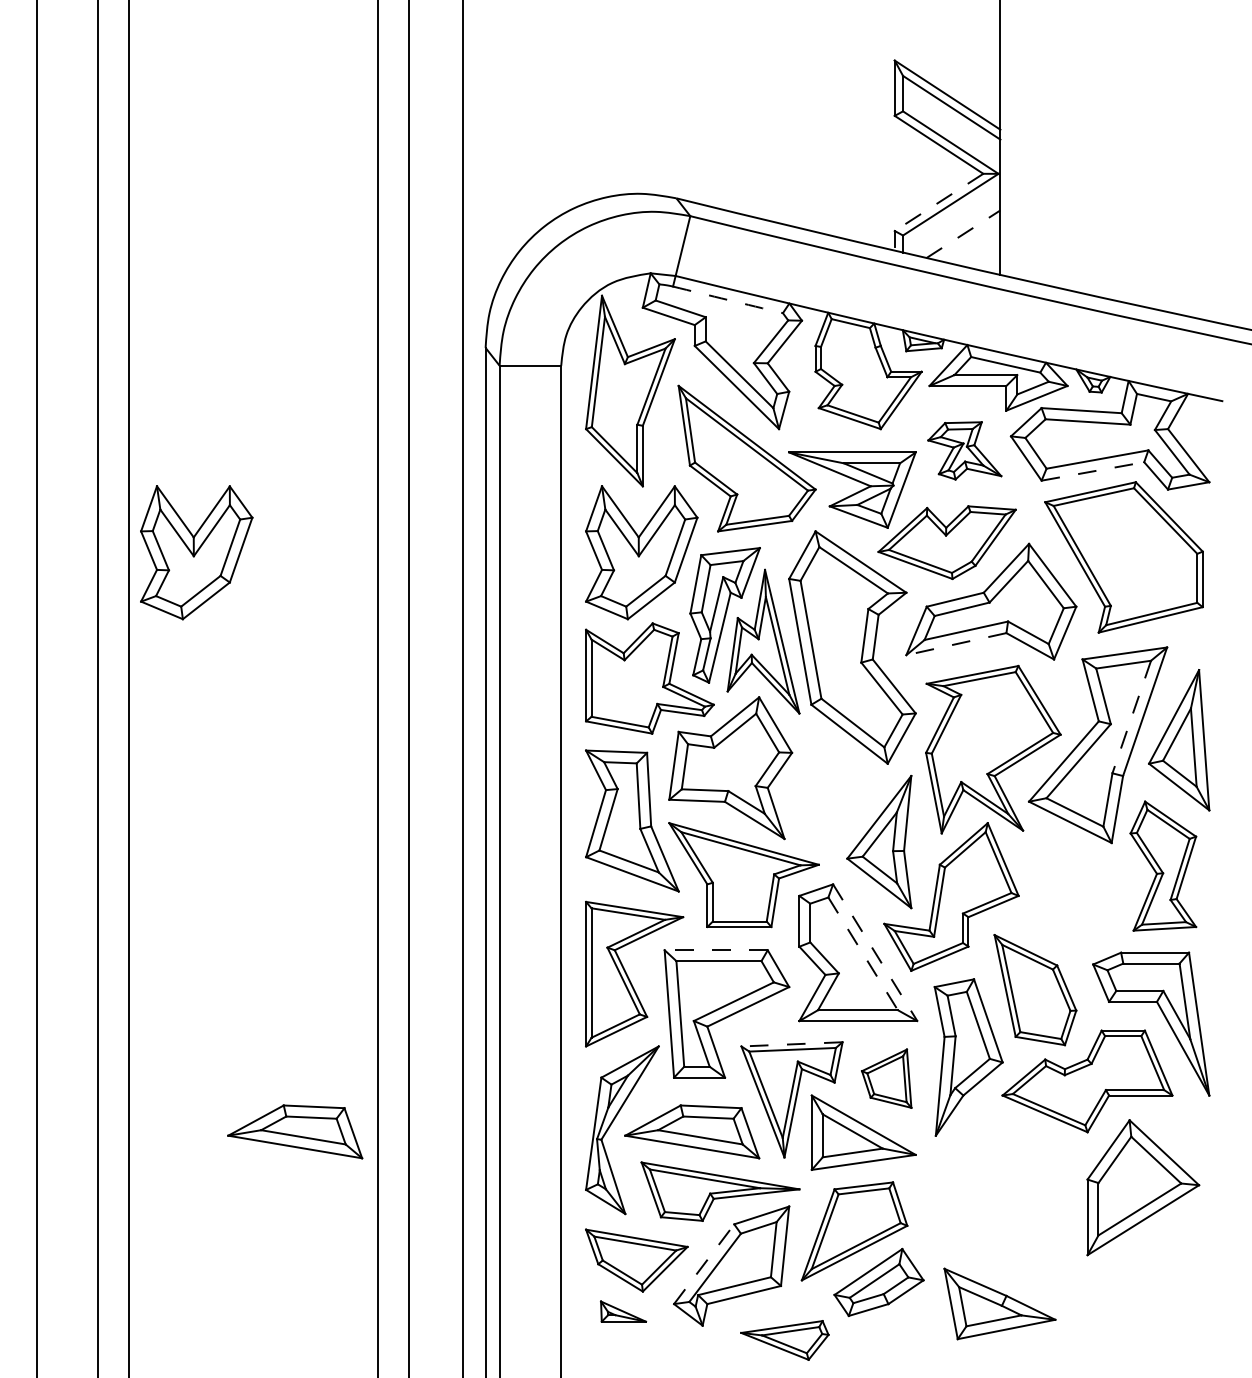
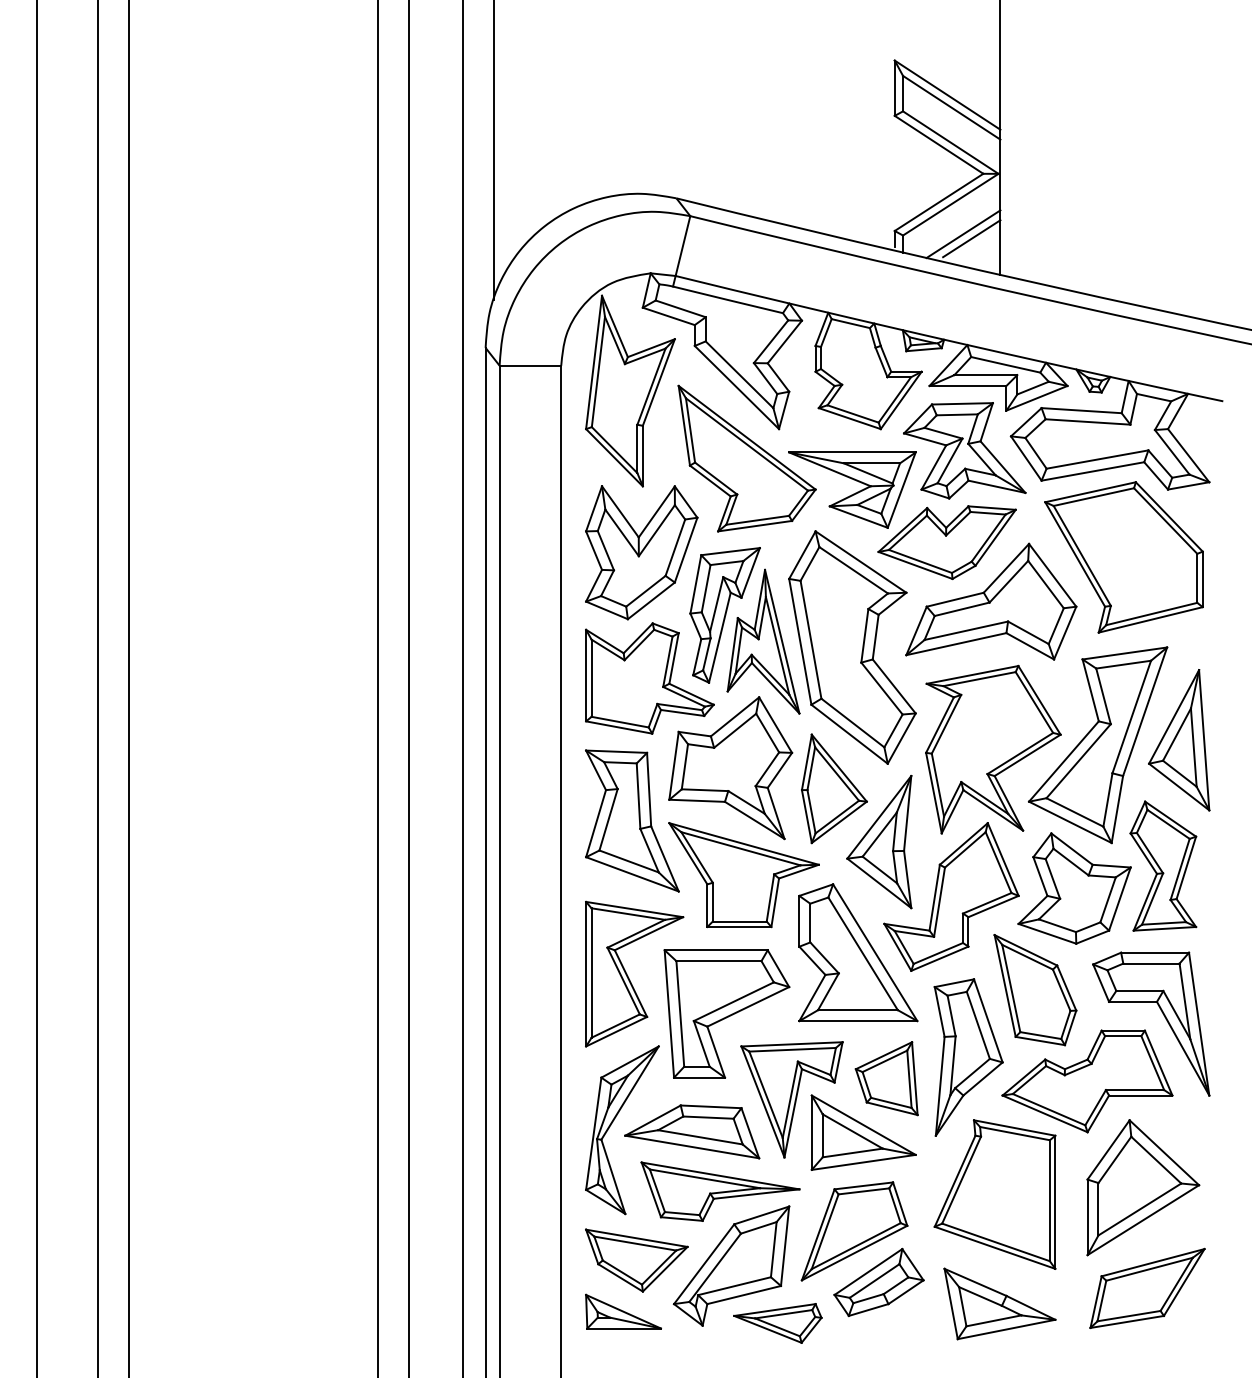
line at (494, 150): none -> present
line at (939, 202): dashed -> solid
line at (963, 234): dashed -> solid
line at (971, 238): none -> present
arc at (727, 299): dashed -> solid
part at (964, 450) size: 76x60 px -> 124x98 px
line at (1093, 471): dashed -> solid
part at (196, 552): present -> none
line at (955, 644): dashed -> solid
line at (1131, 717): dashed -> solid
part at (834, 788): none -> present
part at (1074, 888): none -> present
line at (716, 950): dashed -> solid
line at (875, 953): dashed -> solid
line at (863, 954): dashed -> solid
line at (792, 1044): dashed -> solid
part at (886, 1078) size: 52x61 px -> 65x76 px
part at (295, 1131): present -> none
part at (994, 1194): none -> present
line at (704, 1264): dashed -> solid
part at (1147, 1287): none -> present
part at (623, 1311) size: 48x23 px -> 77x37 px
part at (784, 1340) position: (784, 1340) -> (777, 1323)
